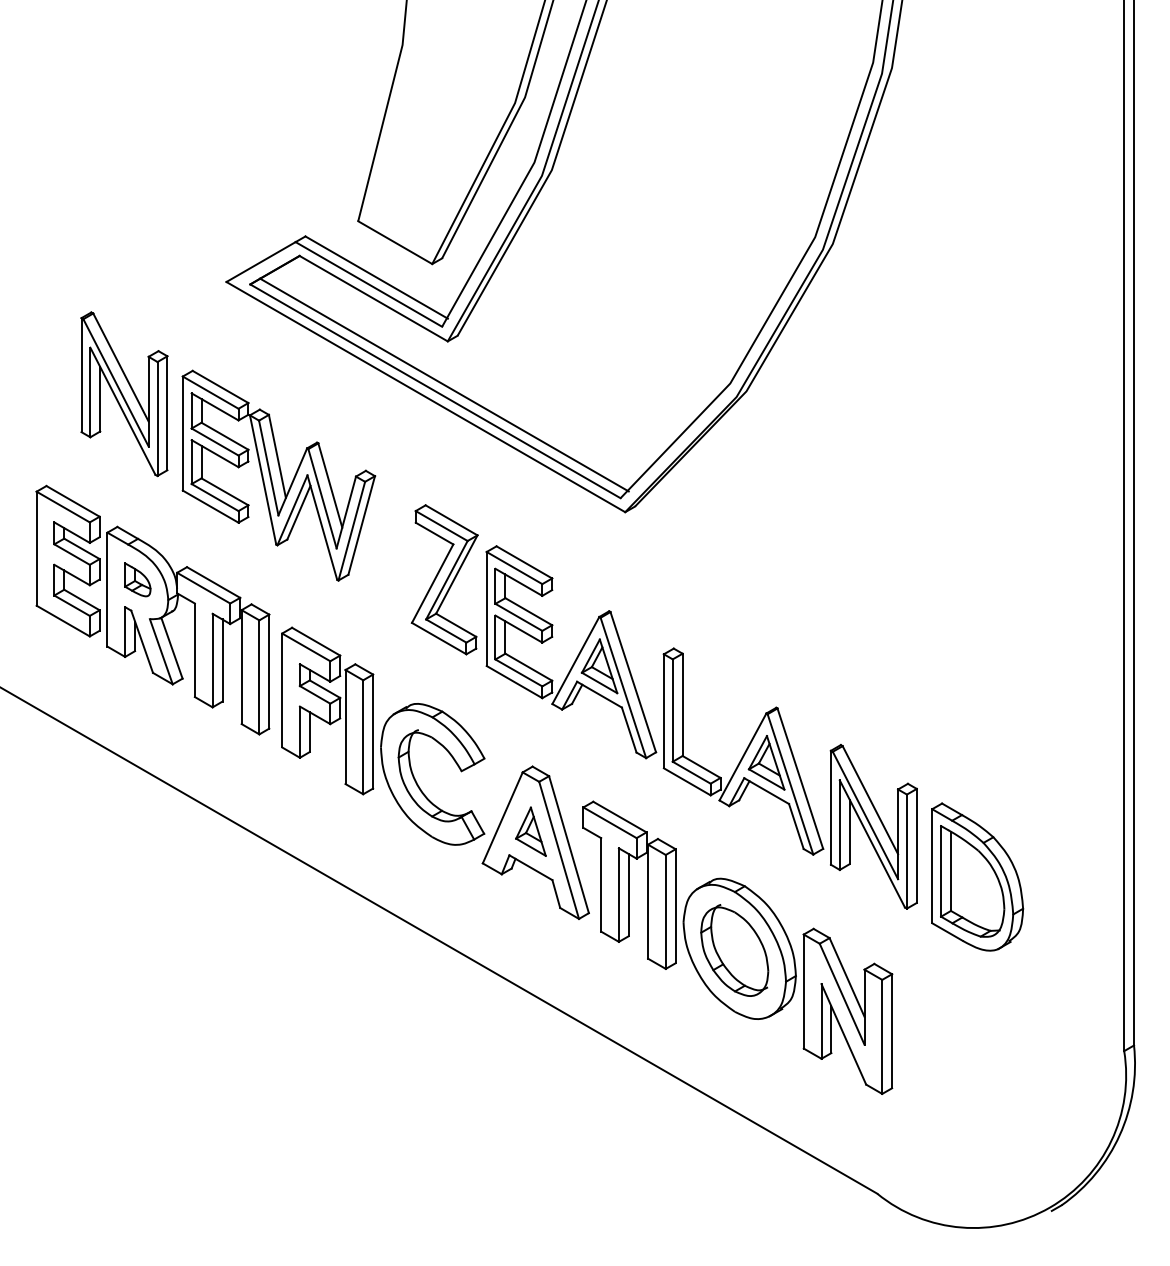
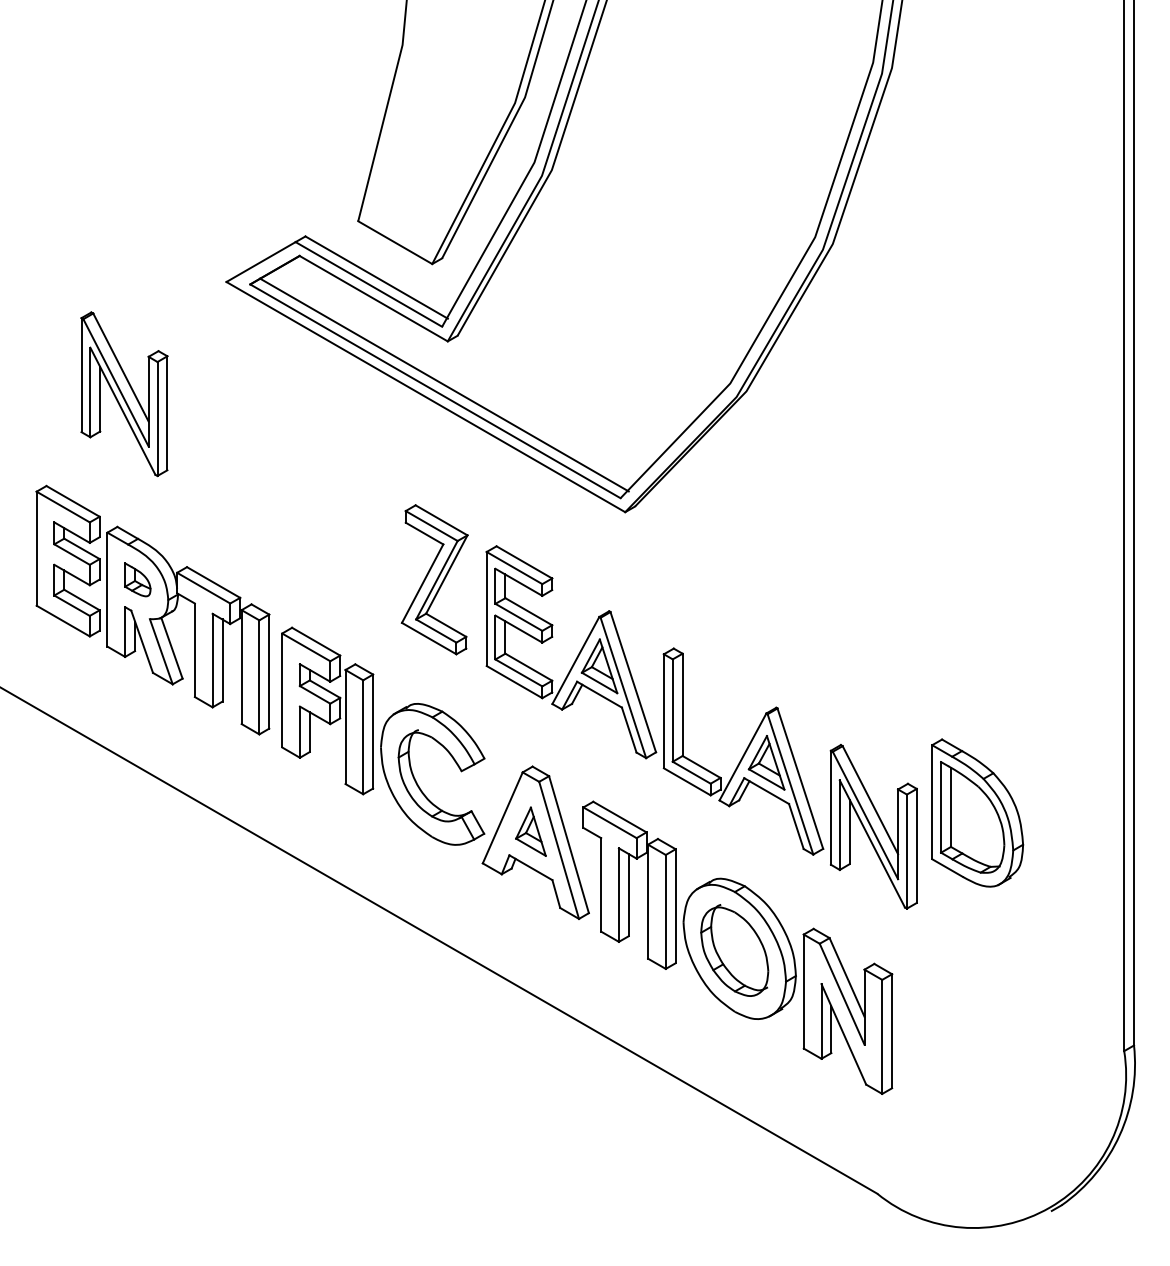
part at (278, 475): present -> none
part at (444, 579) position: (444, 579) -> (434, 579)
part at (977, 876) position: (977, 876) -> (977, 812)
